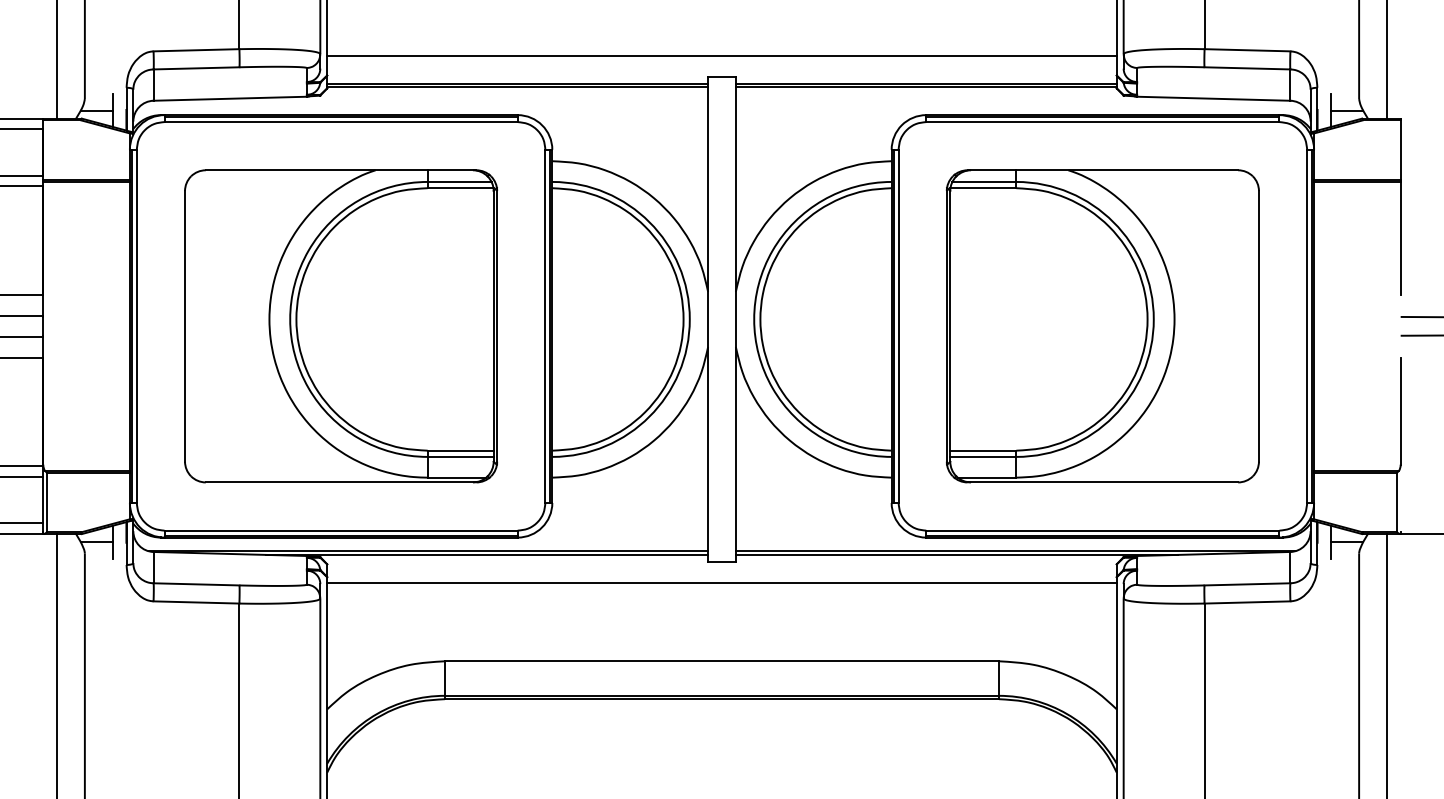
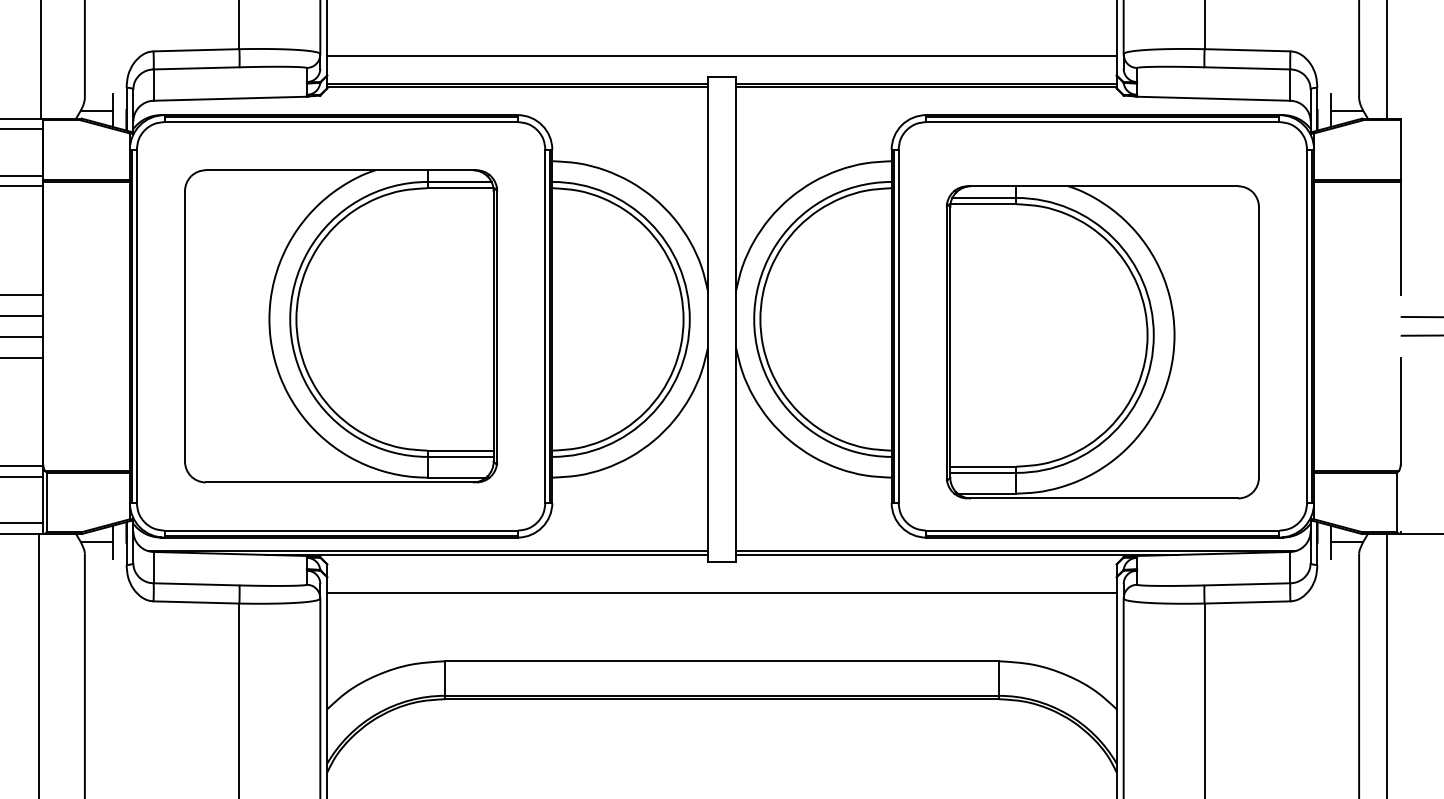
line at (57, 60) position: (57, 60) -> (41, 60)
part at (1102, 326) position: (1102, 326) -> (1102, 342)
line at (721, 582) position: (721, 582) -> (721, 592)
line at (57, 664) position: (57, 664) -> (39, 664)
